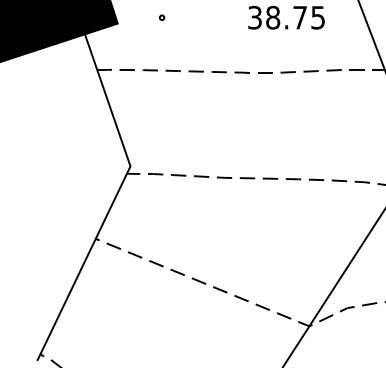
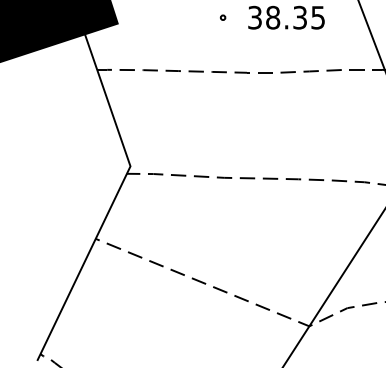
part at (161, 17) position: (161, 17) -> (222, 17)
text at (299, 17): 38.75 -> 38.35
